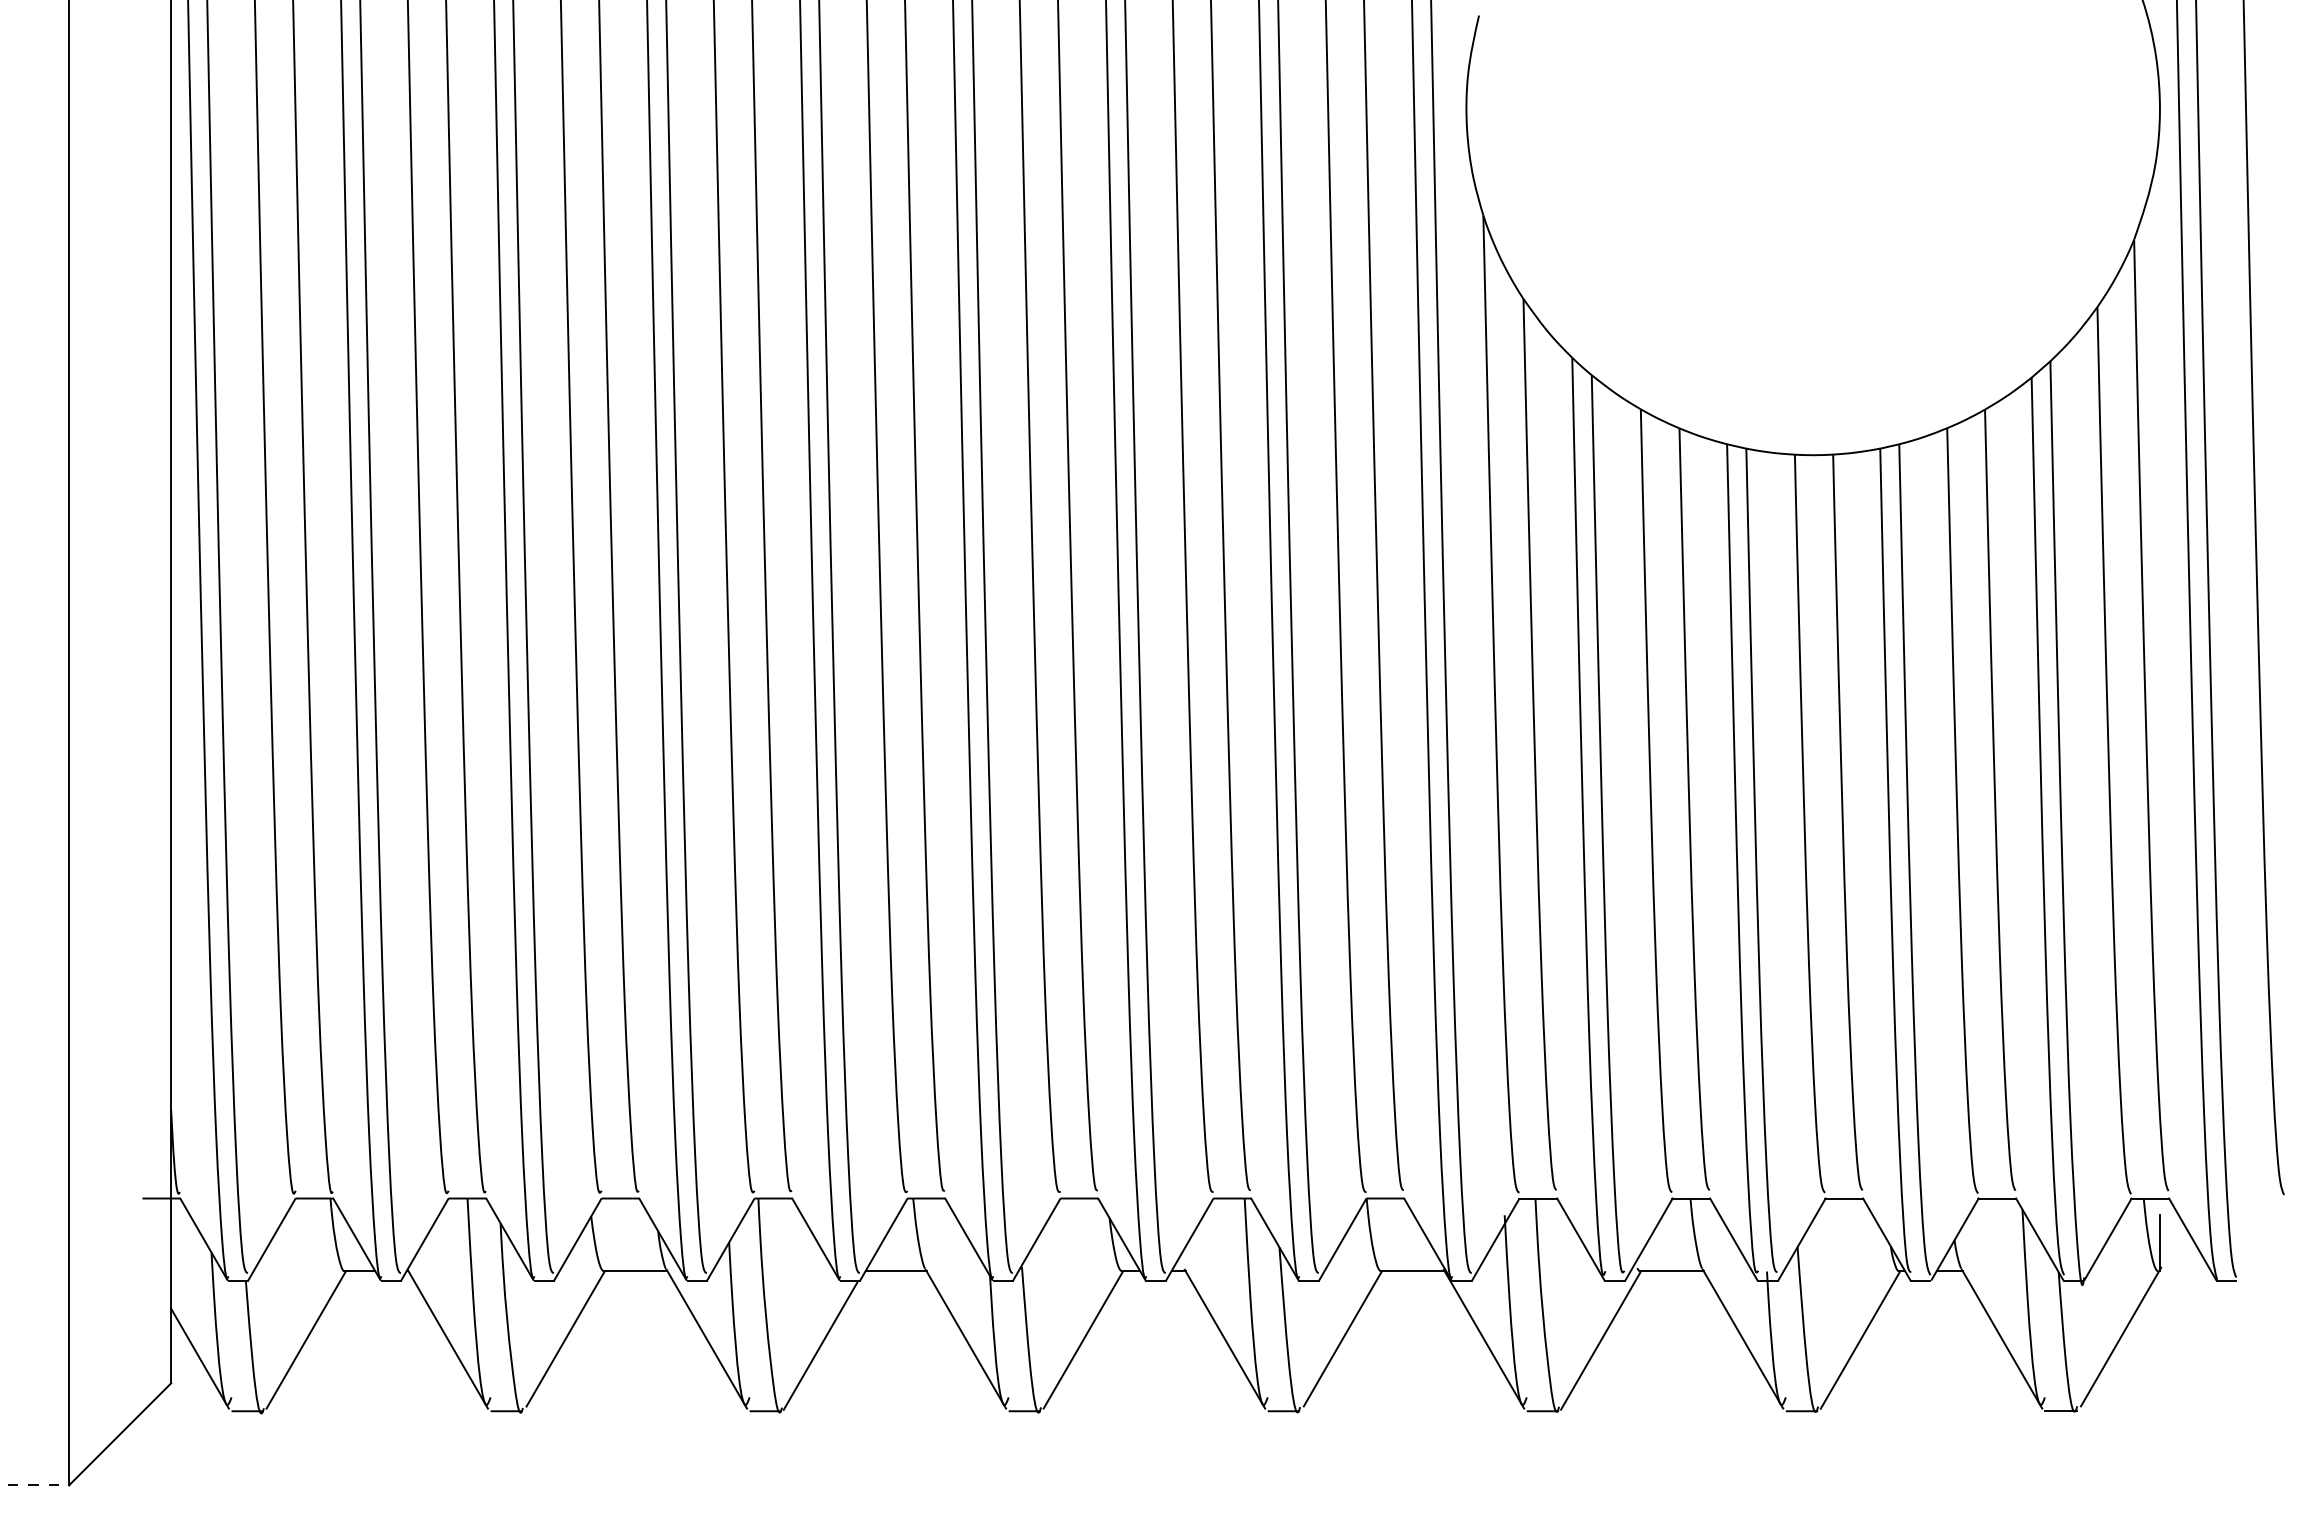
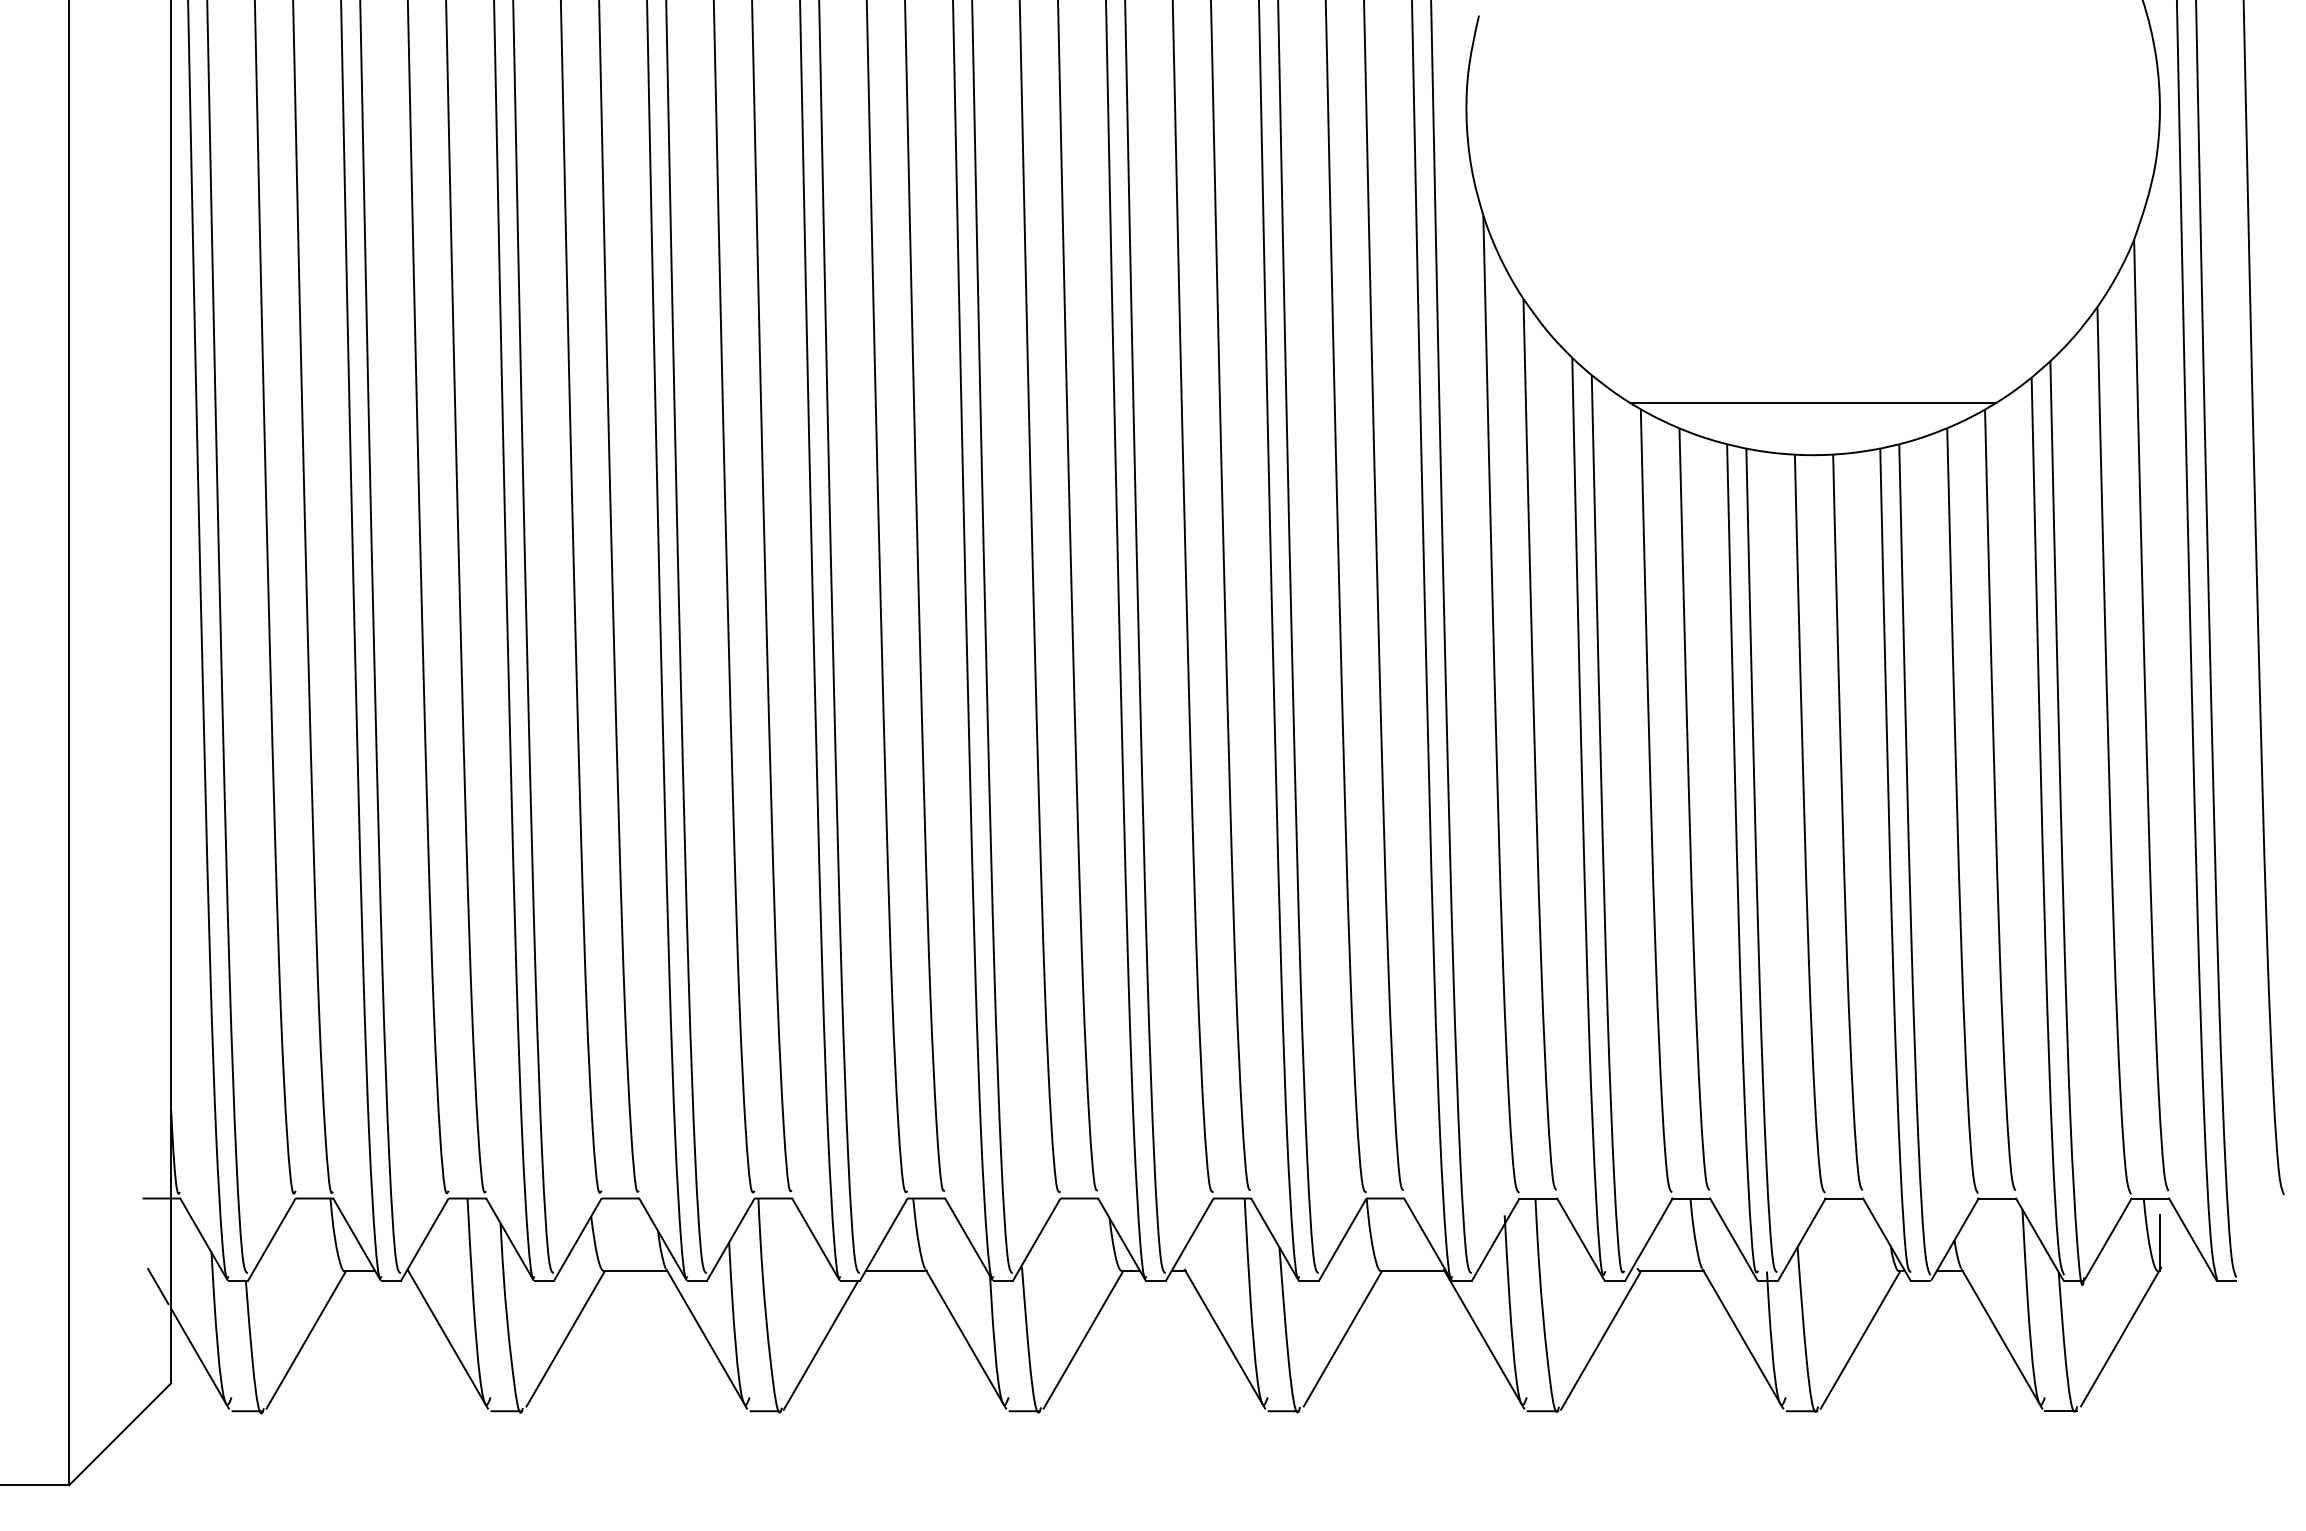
line at (1813, 402): none -> present
line at (158, 1286): none -> present
line at (35, 1485): dashed -> solid
